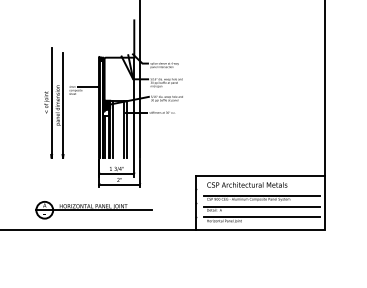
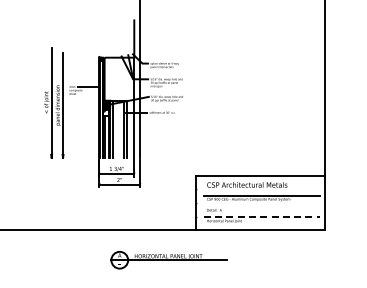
line at (261, 206): present -> none
part at (93, 210) position: (93, 210) -> (168, 260)
line at (262, 216): solid -> dashed
